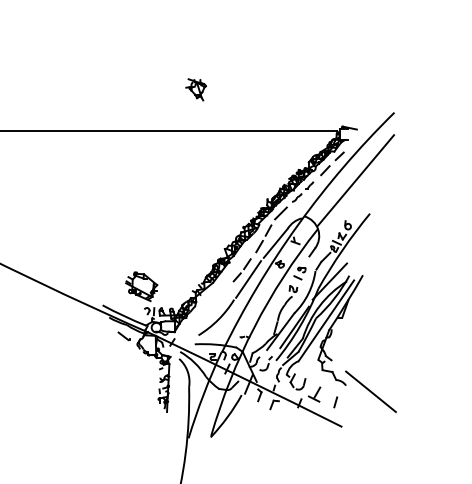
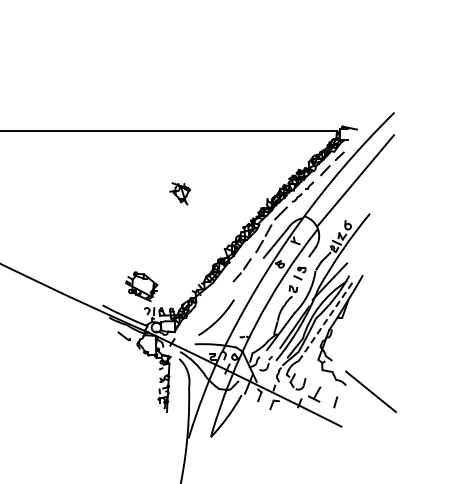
part at (196, 89) position: (196, 89) -> (180, 193)
line at (248, 279): present -> none
line at (326, 320): solid -> dashed
